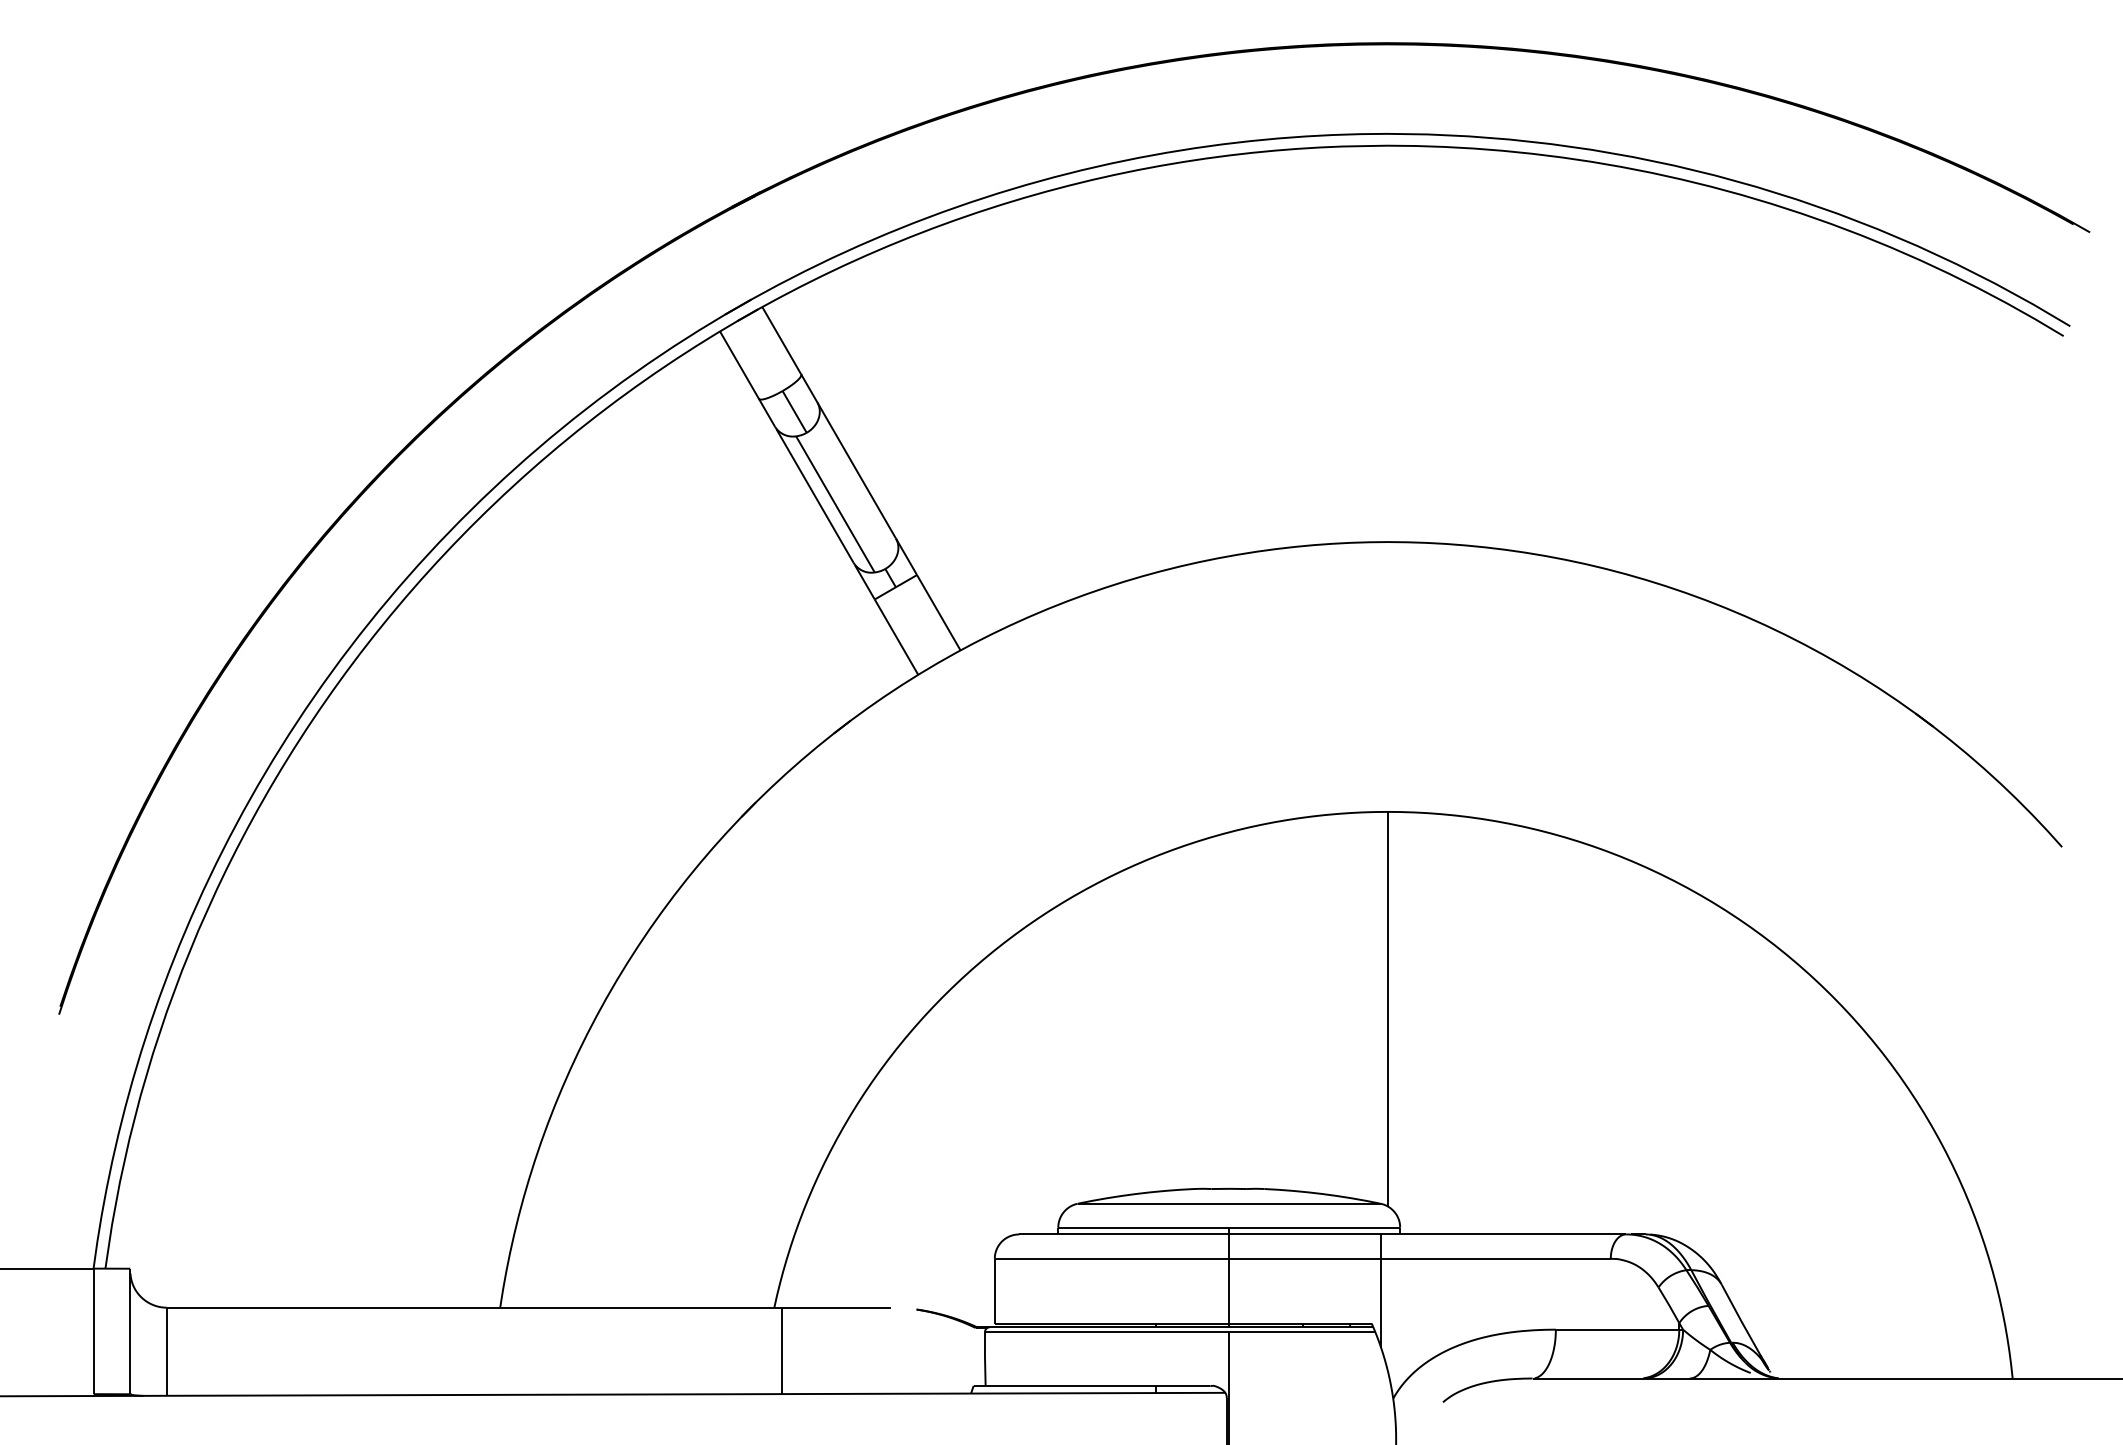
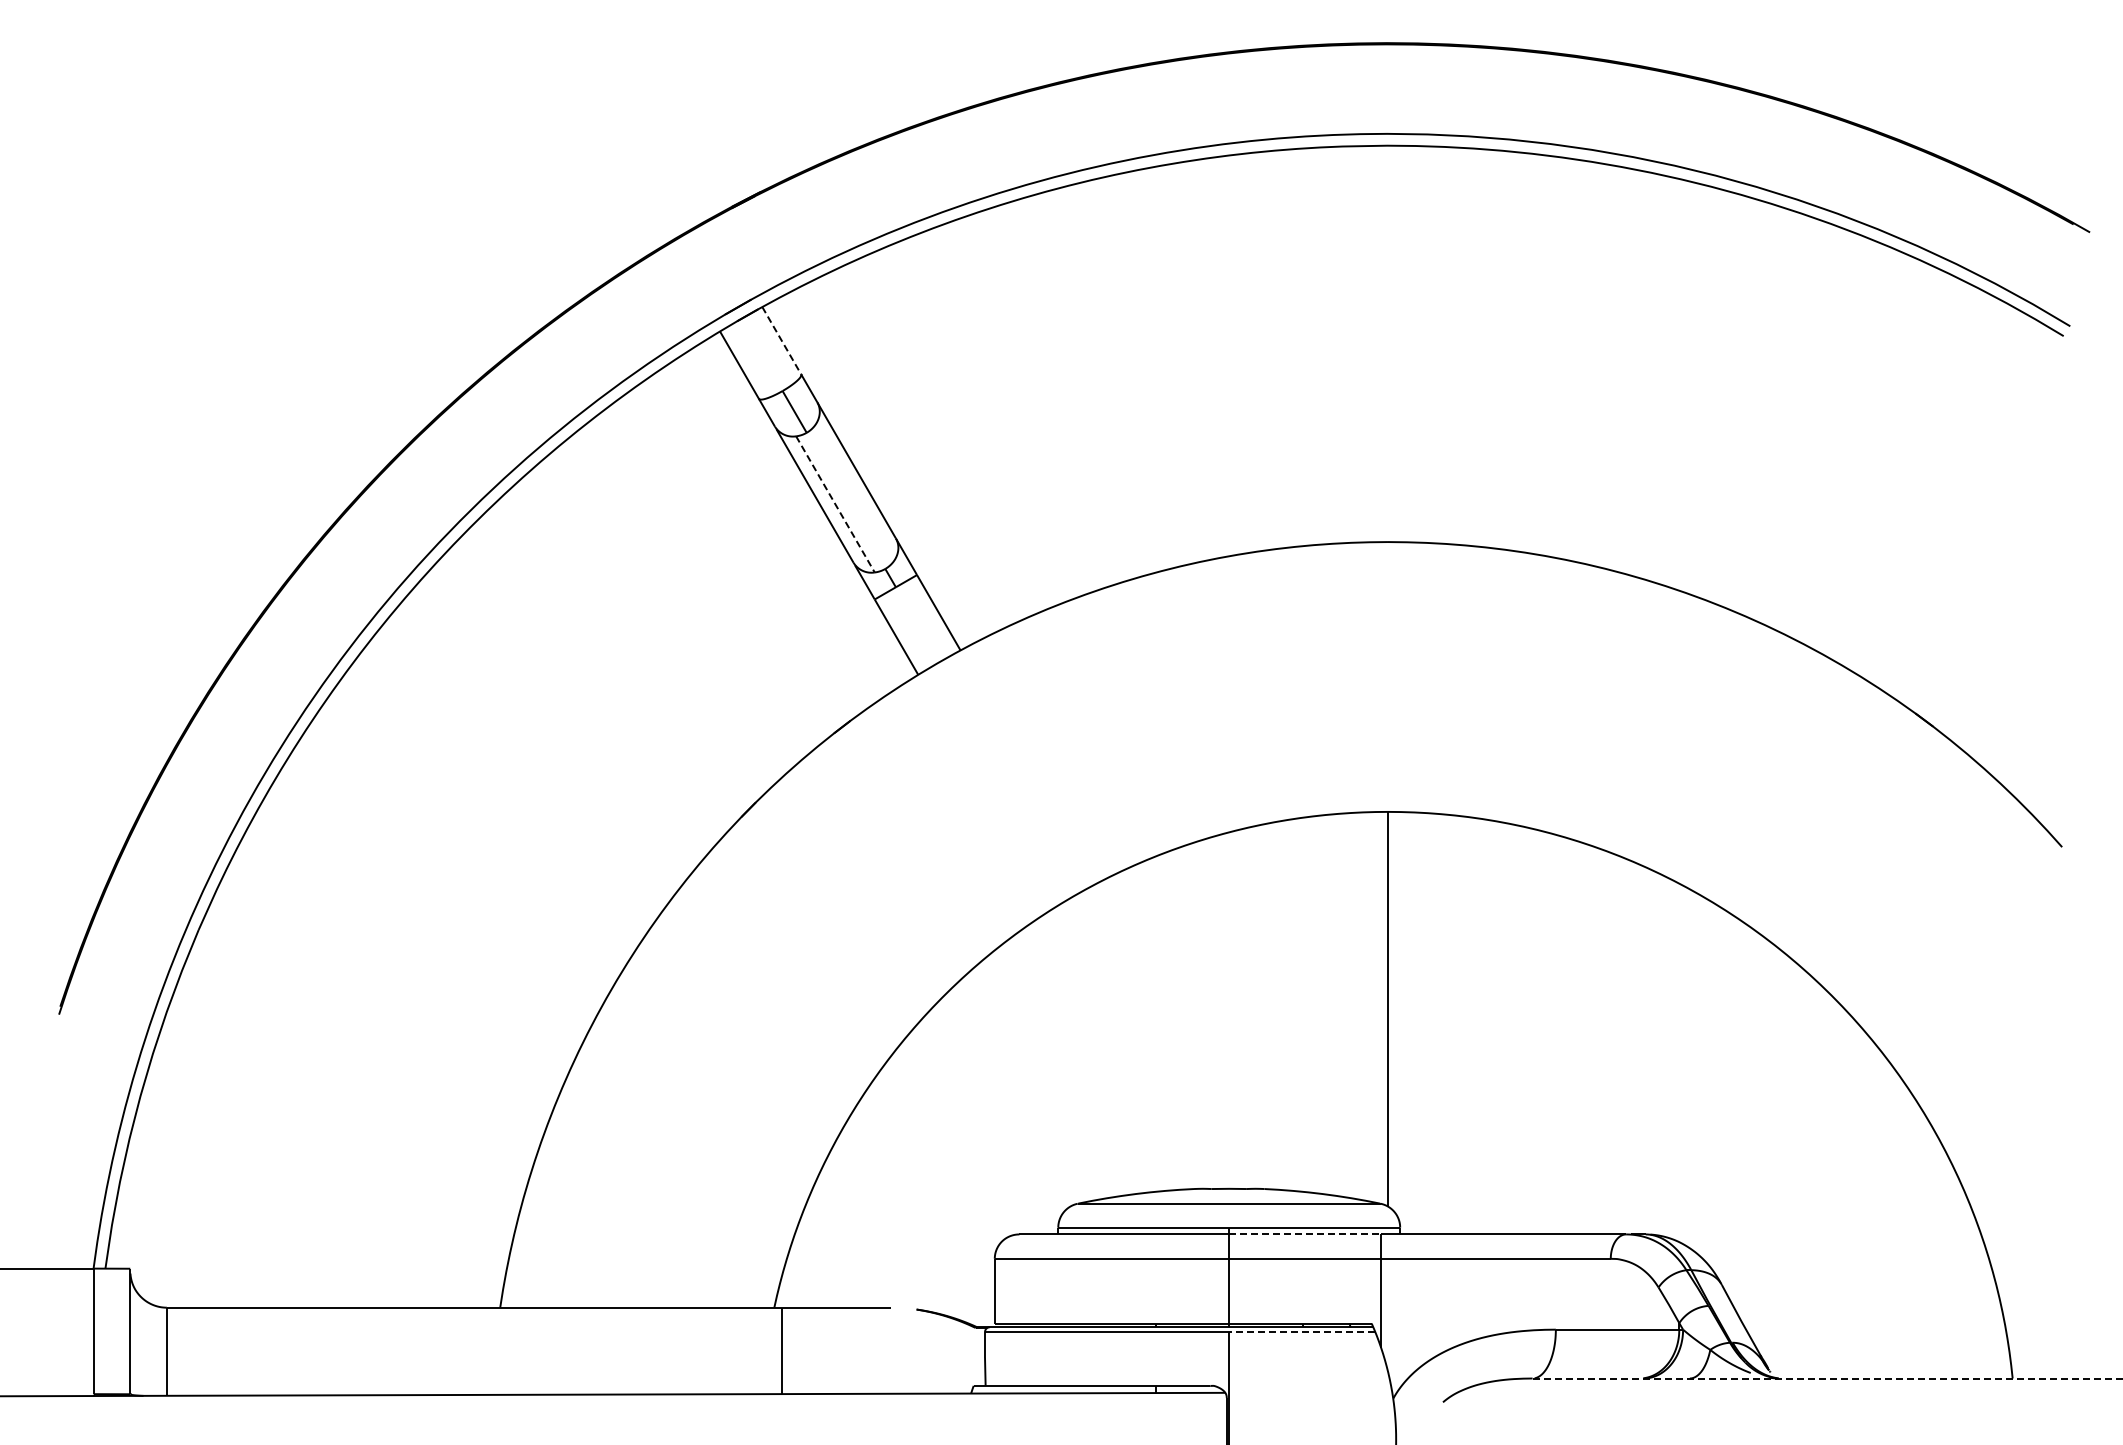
line at (781, 340): solid -> dashed
line at (835, 504): solid -> dashed
line at (1305, 1234): solid -> dashed
line at (1301, 1332): solid -> dashed
line at (1827, 1378): solid -> dashed
